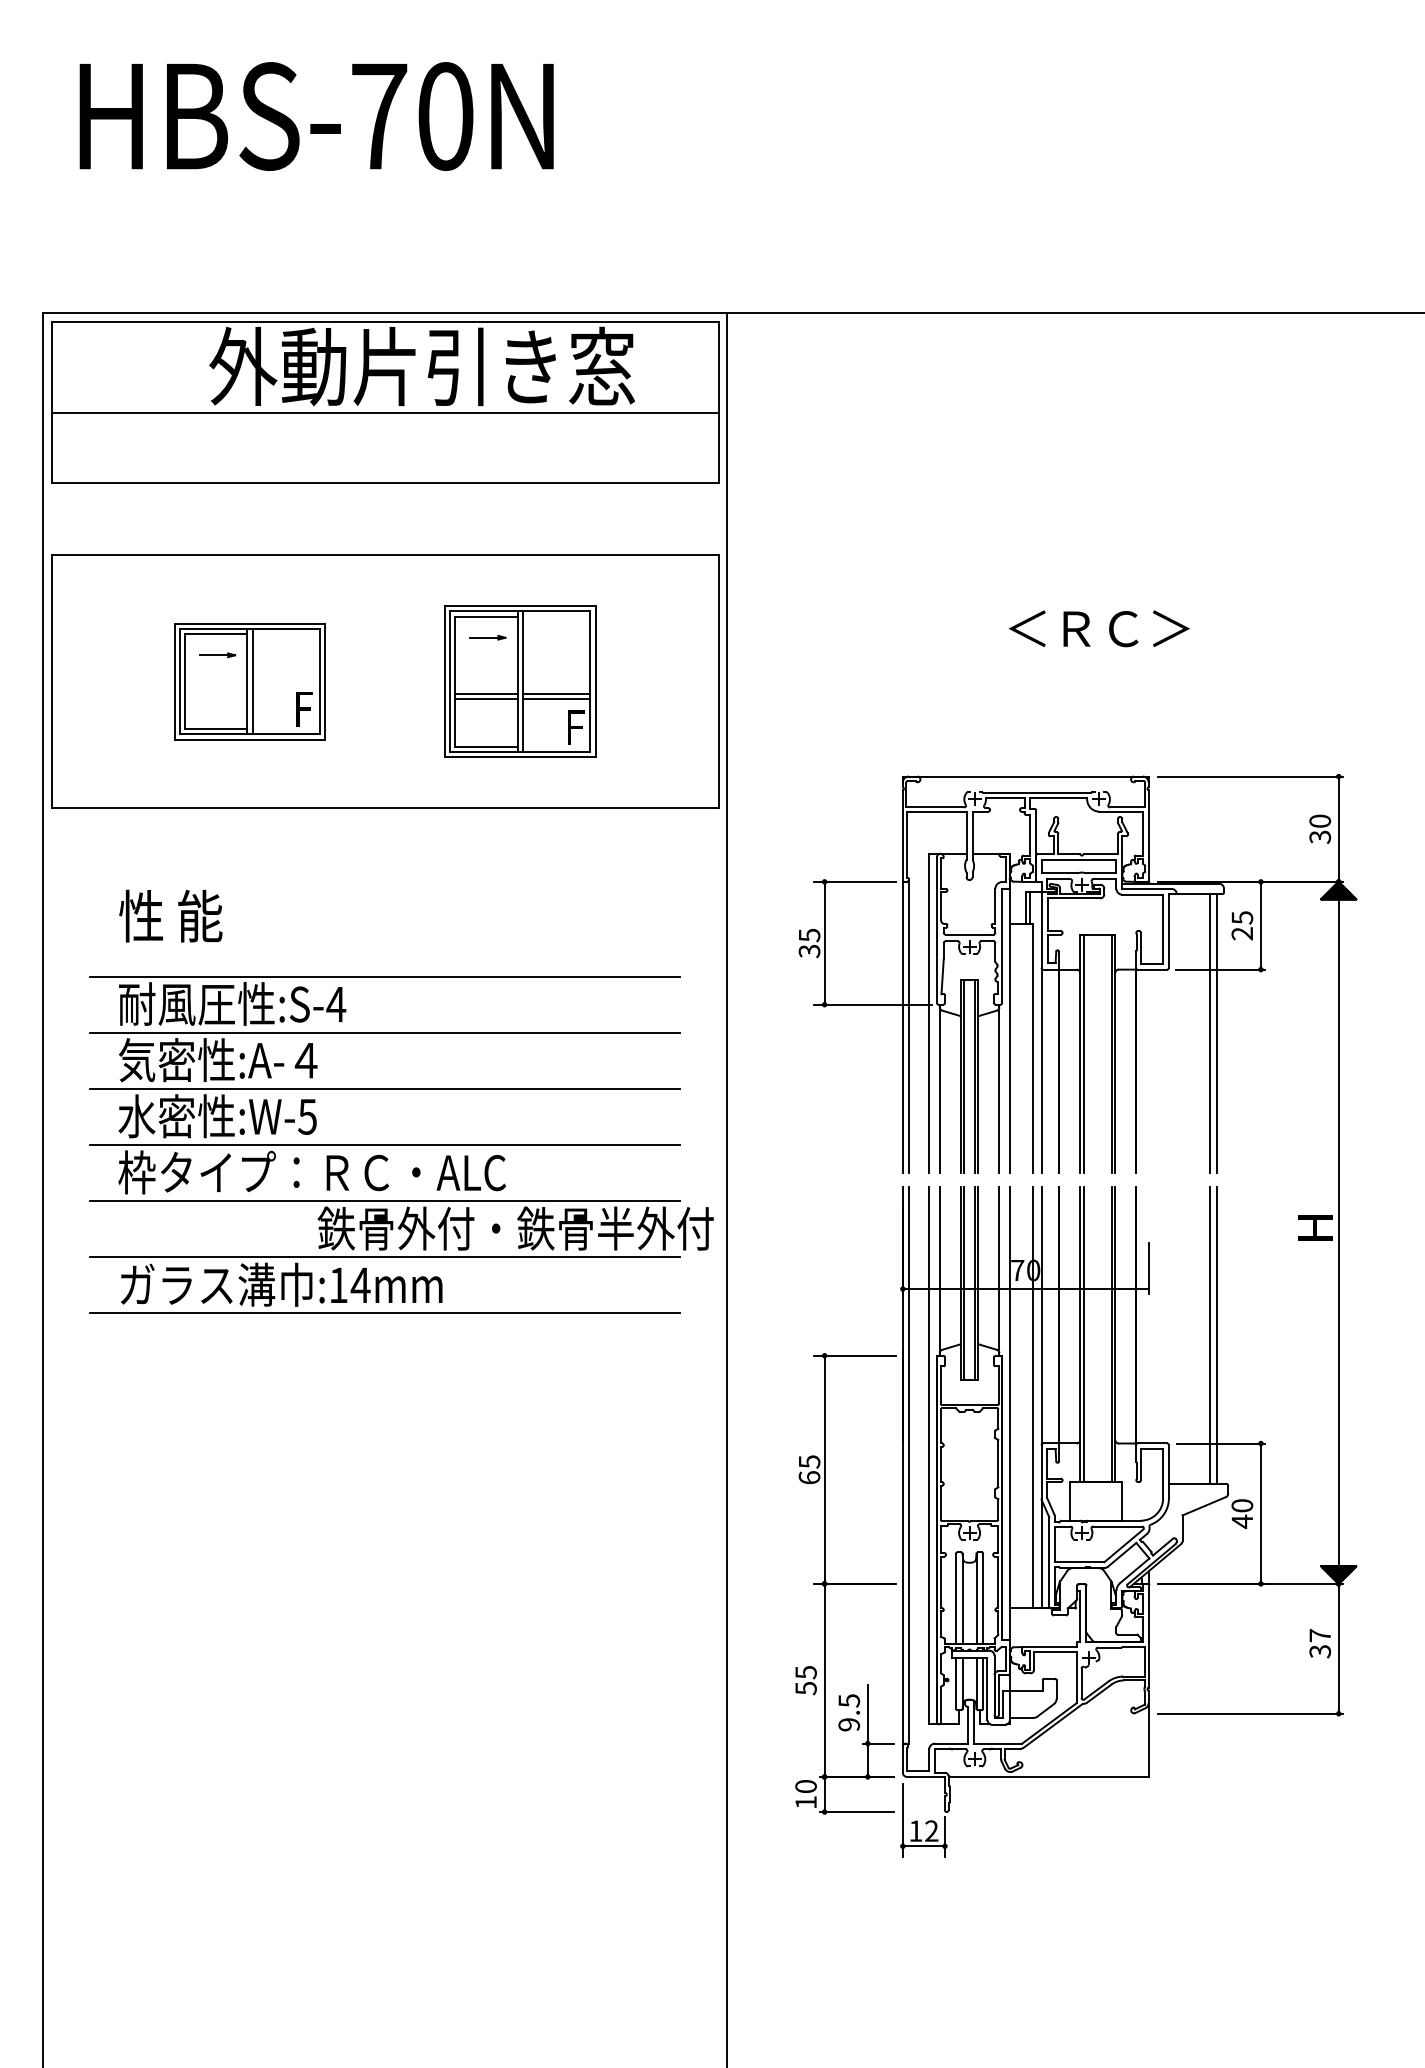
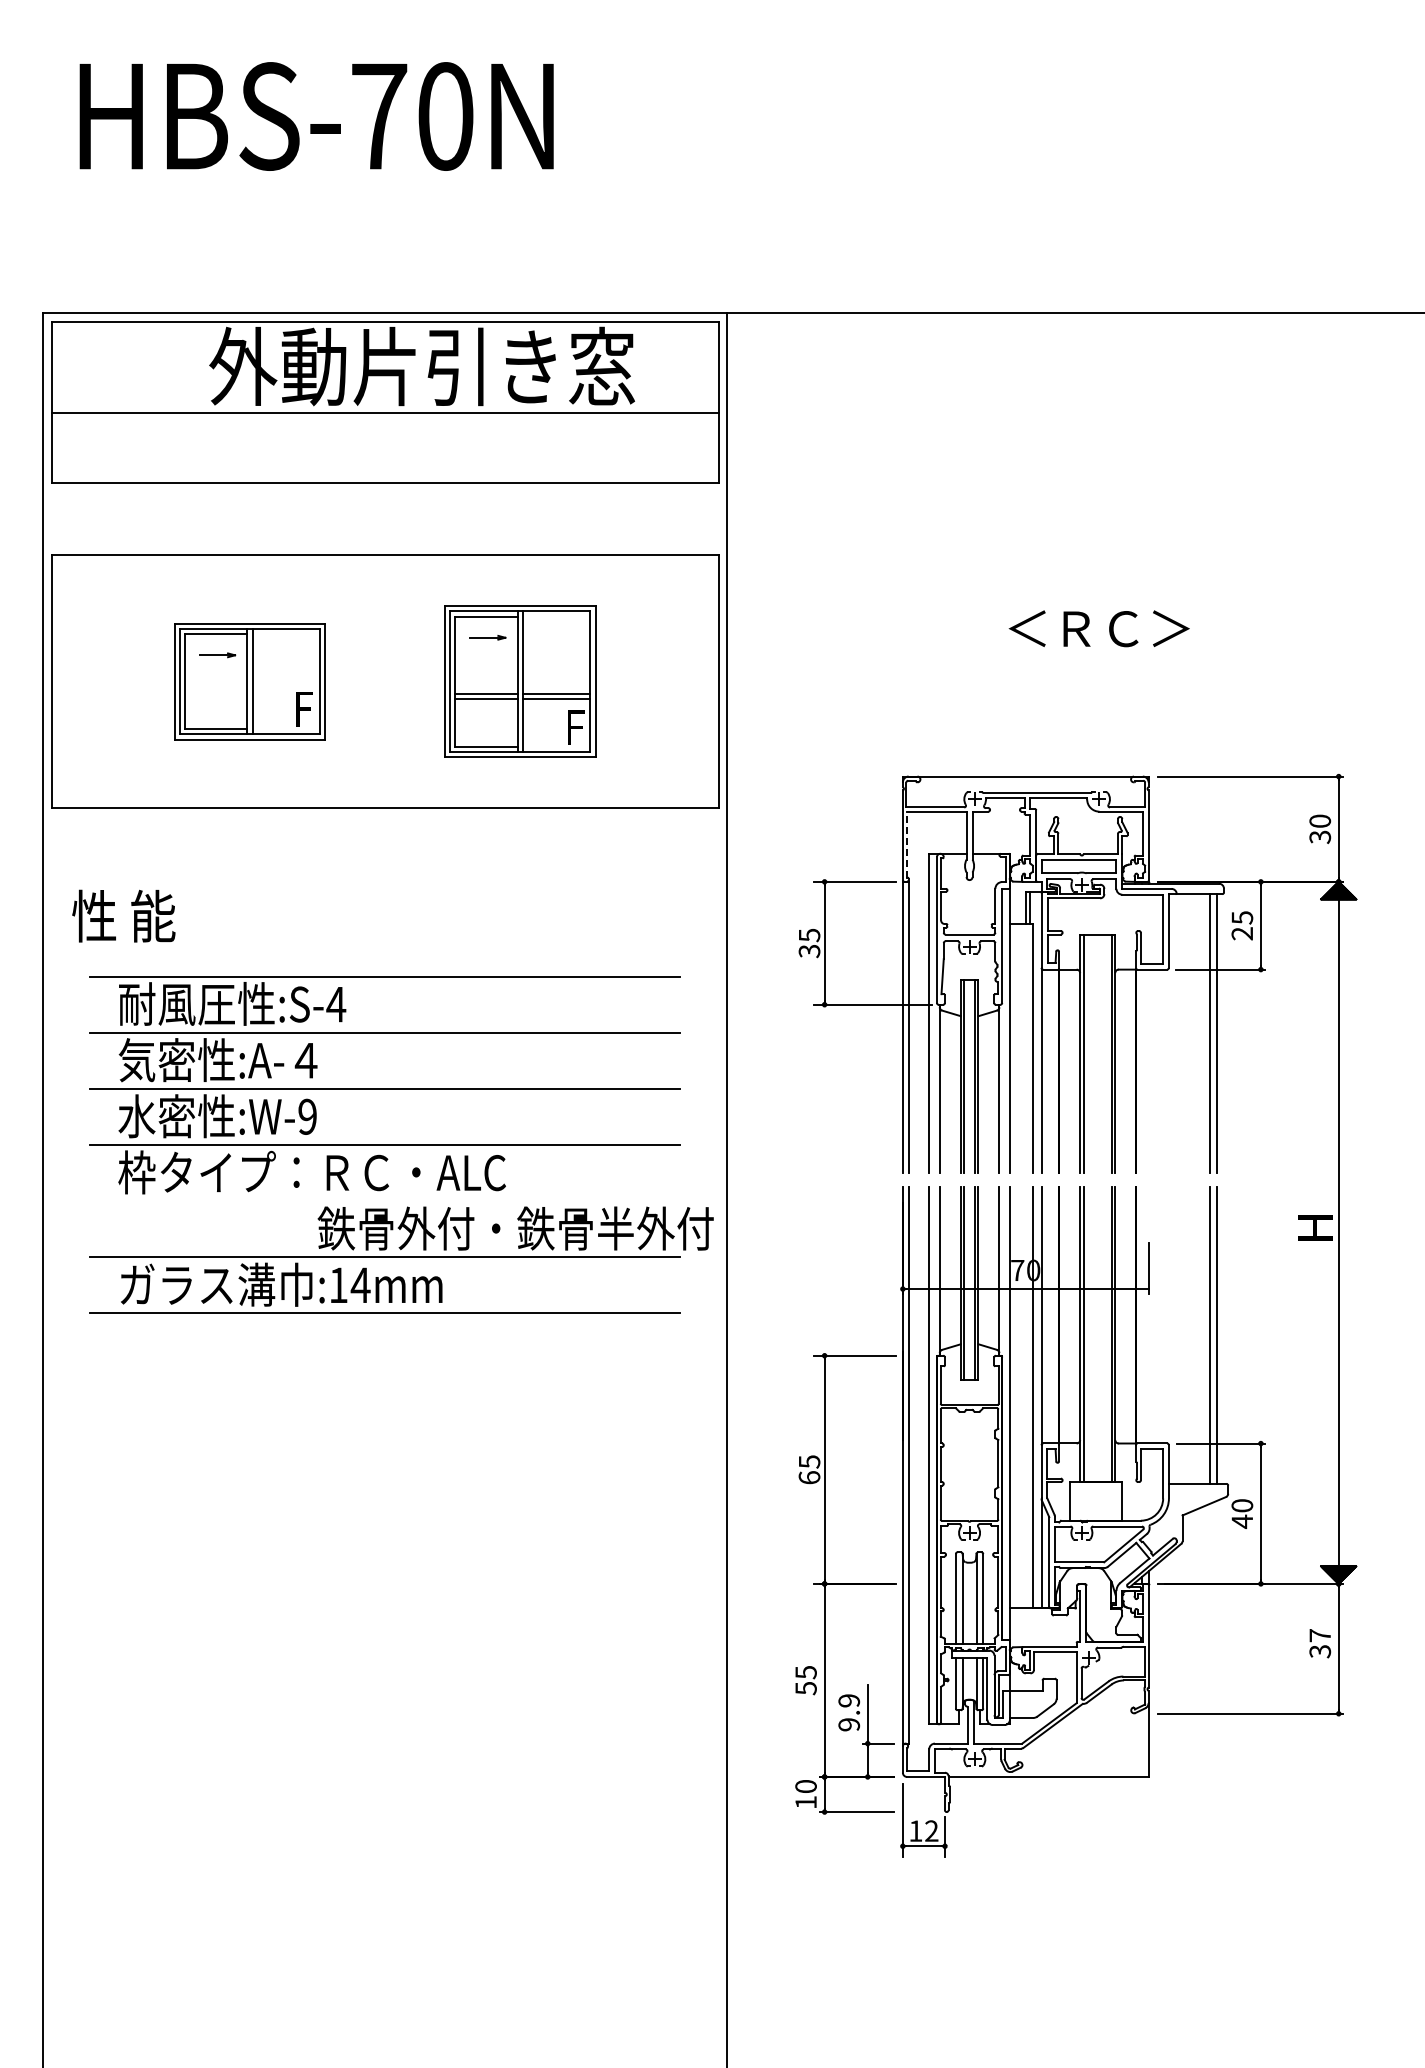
line at (907, 844): solid -> dashed
text at (170, 915) position: (170, 915) -> (123, 915)
text at (307, 1116): :W-5 -> :W-9
line at (384, 1201): present -> none
text at (848, 1700): 9.5 -> 9.9
